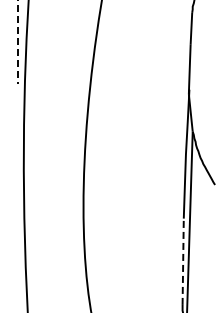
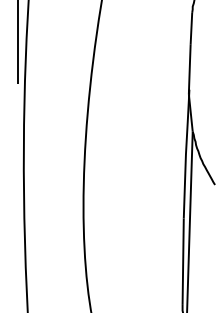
line at (18, 42): dashed -> solid
line at (183, 261): dashed -> solid
